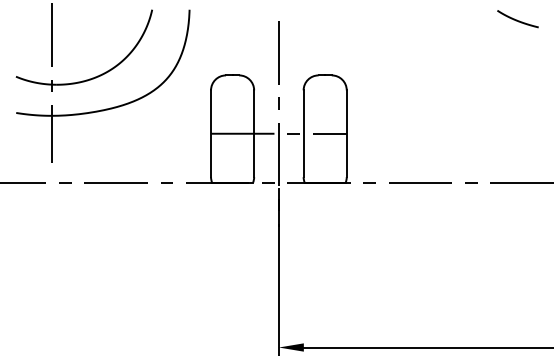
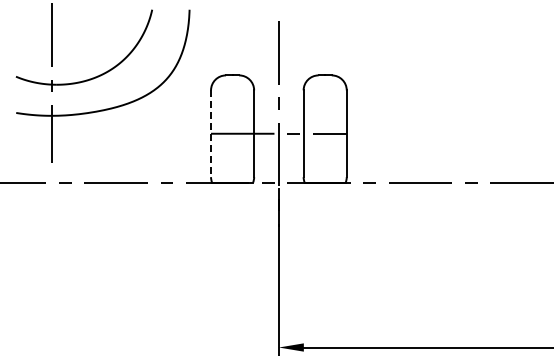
curve at (517, 19): present -> none
line at (211, 134): solid -> dashed
